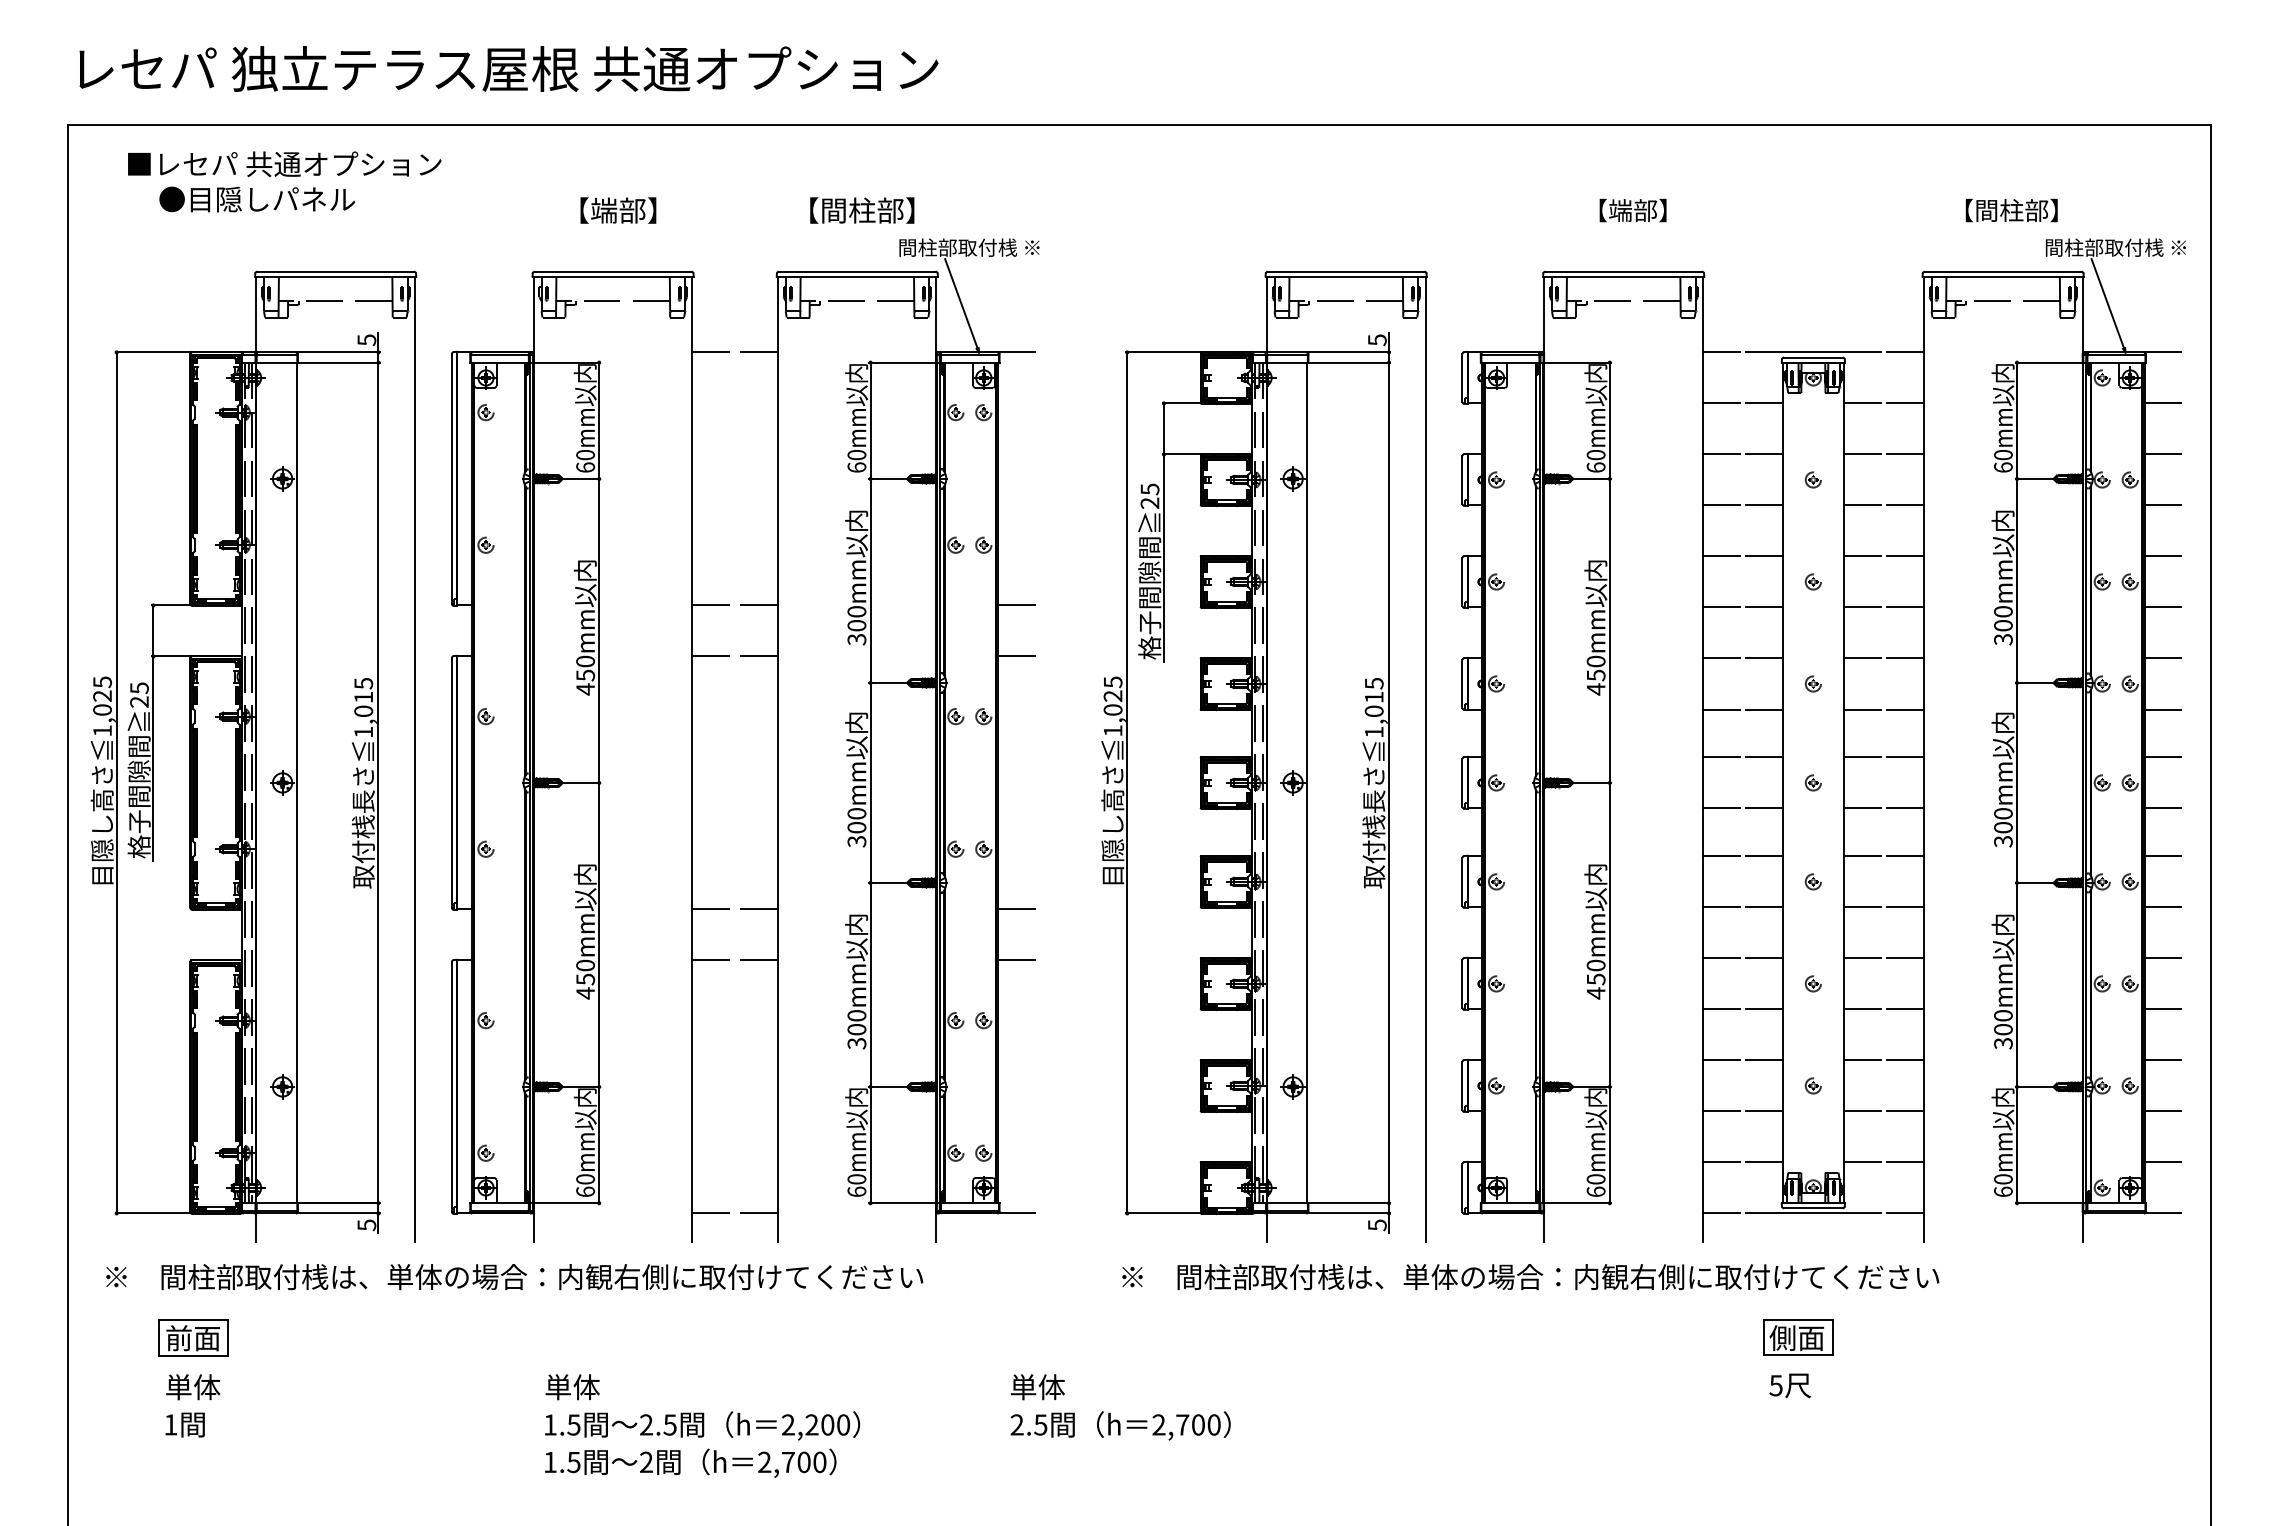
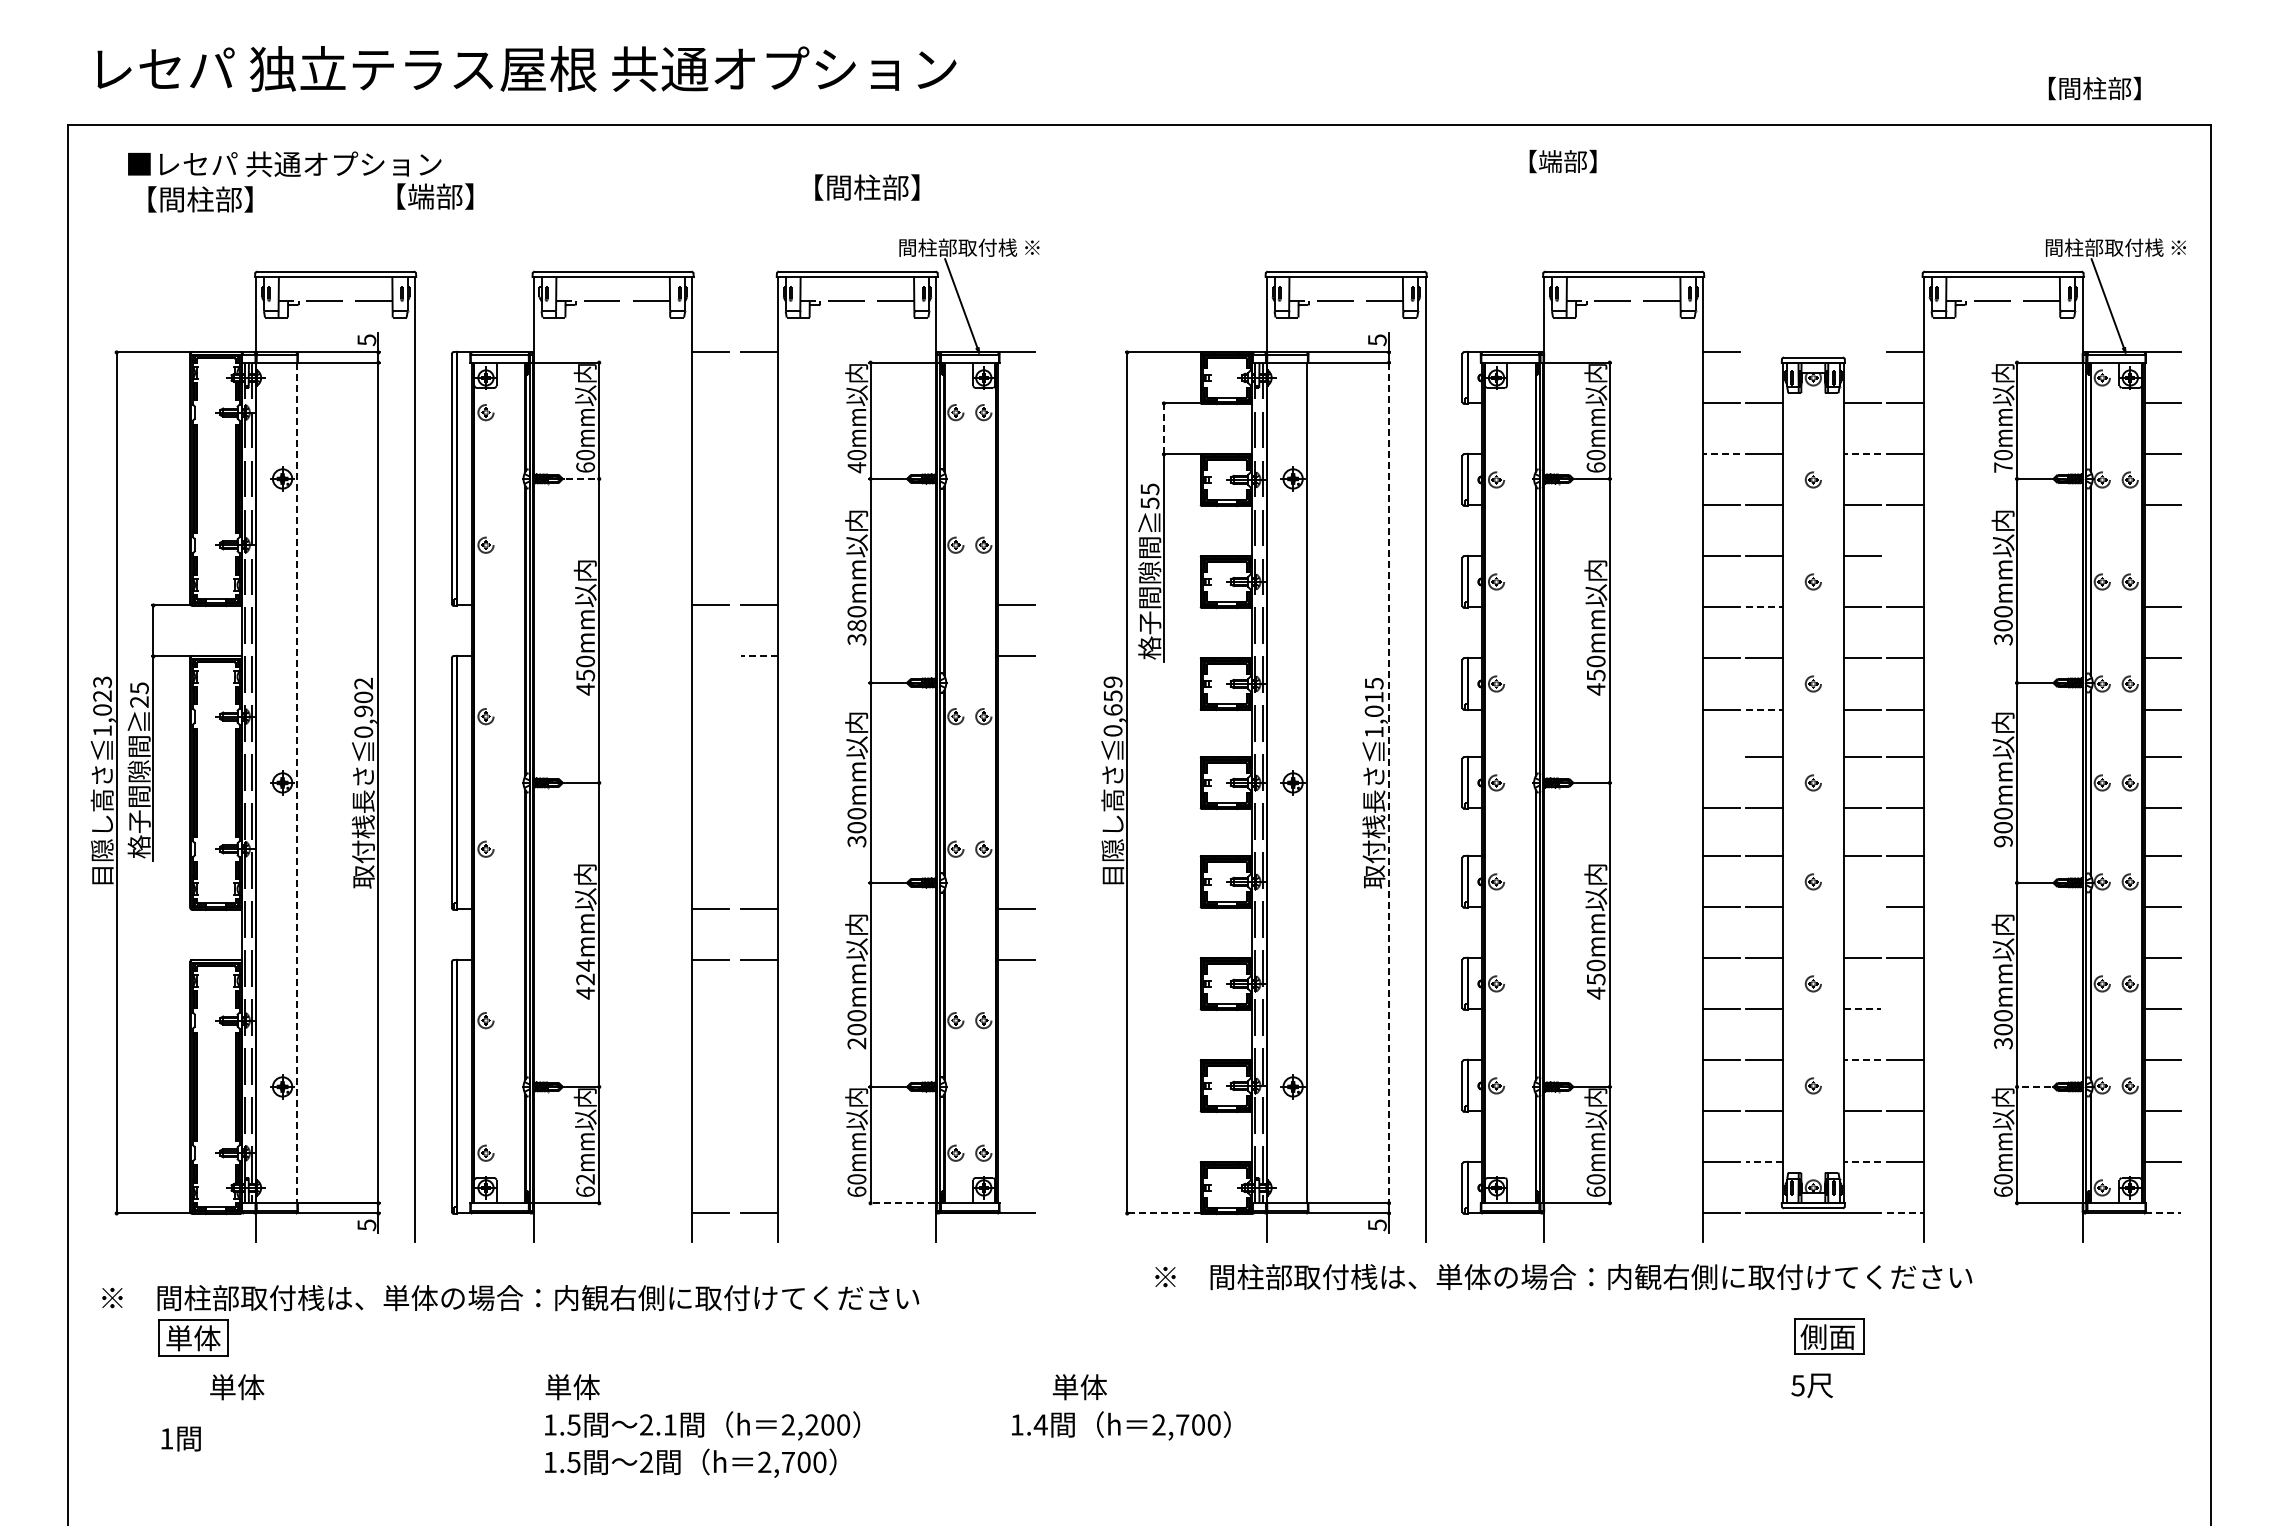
text at (508, 68) position: (508, 68) -> (526, 68)
text at (251, 199): ●目隠しパネル -> 【間柱部】
text at (618, 210) position: (618, 210) -> (435, 196)
text at (862, 210) position: (862, 210) -> (867, 187)
text at (1632, 210) position: (1632, 210) -> (1562, 161)
text at (2011, 210) position: (2011, 210) -> (2094, 88)
line at (1813, 352): present -> none
line at (1163, 428): solid -> dashed
line at (1721, 454): solid -> dashed
line at (1861, 454): solid -> dashed
text at (856, 467): 60mm -> 40mm
text at (2003, 467): 60mm -> 70mm
line at (583, 478): solid -> dashed
text at (1149, 503): 25 -> 55
line at (1904, 556): present -> none
line at (2162, 556): present -> none
line at (1764, 607): solid -> dashed
text at (857, 625): 300mm -> 380mm
line at (710, 656): present -> none
line at (758, 656): solid -> dashed
text at (102, 681): 1,025 -> 1,023
text at (1112, 706): 1,025 -> 0,659
text at (363, 707): 1,015 -> 0,902
line at (1764, 709): solid -> dashed
line at (1721, 757): present -> none
line at (296, 783): solid -> dashed
line at (1389, 783): solid -> dashed
text at (2003, 841): 300mm -> 900mm
line at (1861, 907): present -> none
text at (585, 972): 450mm -> 424mm
line at (1862, 1009): solid -> dashed
line at (1904, 1009): present -> none
text at (857, 1043): 300mm -> 200mm
line at (1861, 1060): solid -> dashed
line at (2032, 1086): solid -> dashed
line at (1763, 1162): solid -> dashed
line at (1861, 1162): solid -> dashed
text at (585, 1179): 60mm -> 62mm
line at (902, 1203): solid -> dashed
line at (1162, 1213): solid -> dashed
line at (1905, 1213): solid -> dashed
line at (2163, 1213): solid -> dashed
text at (514, 1277) position: (514, 1277) -> (510, 1298)
text at (1530, 1277) position: (1530, 1277) -> (1563, 1277)
part at (1798, 1337) position: (1798, 1337) -> (1829, 1336)
text at (193, 1338): 前面 -> 単体
text at (1789, 1385) position: (1789, 1385) -> (1811, 1385)
text at (193, 1387) position: (193, 1387) -> (237, 1387)
text at (1037, 1387) position: (1037, 1387) -> (1079, 1387)
text at (184, 1424) position: (184, 1424) -> (180, 1438)
text at (669, 1424): 2.5 -> 2.1
text at (1028, 1424): 2.5 -> 1.4
